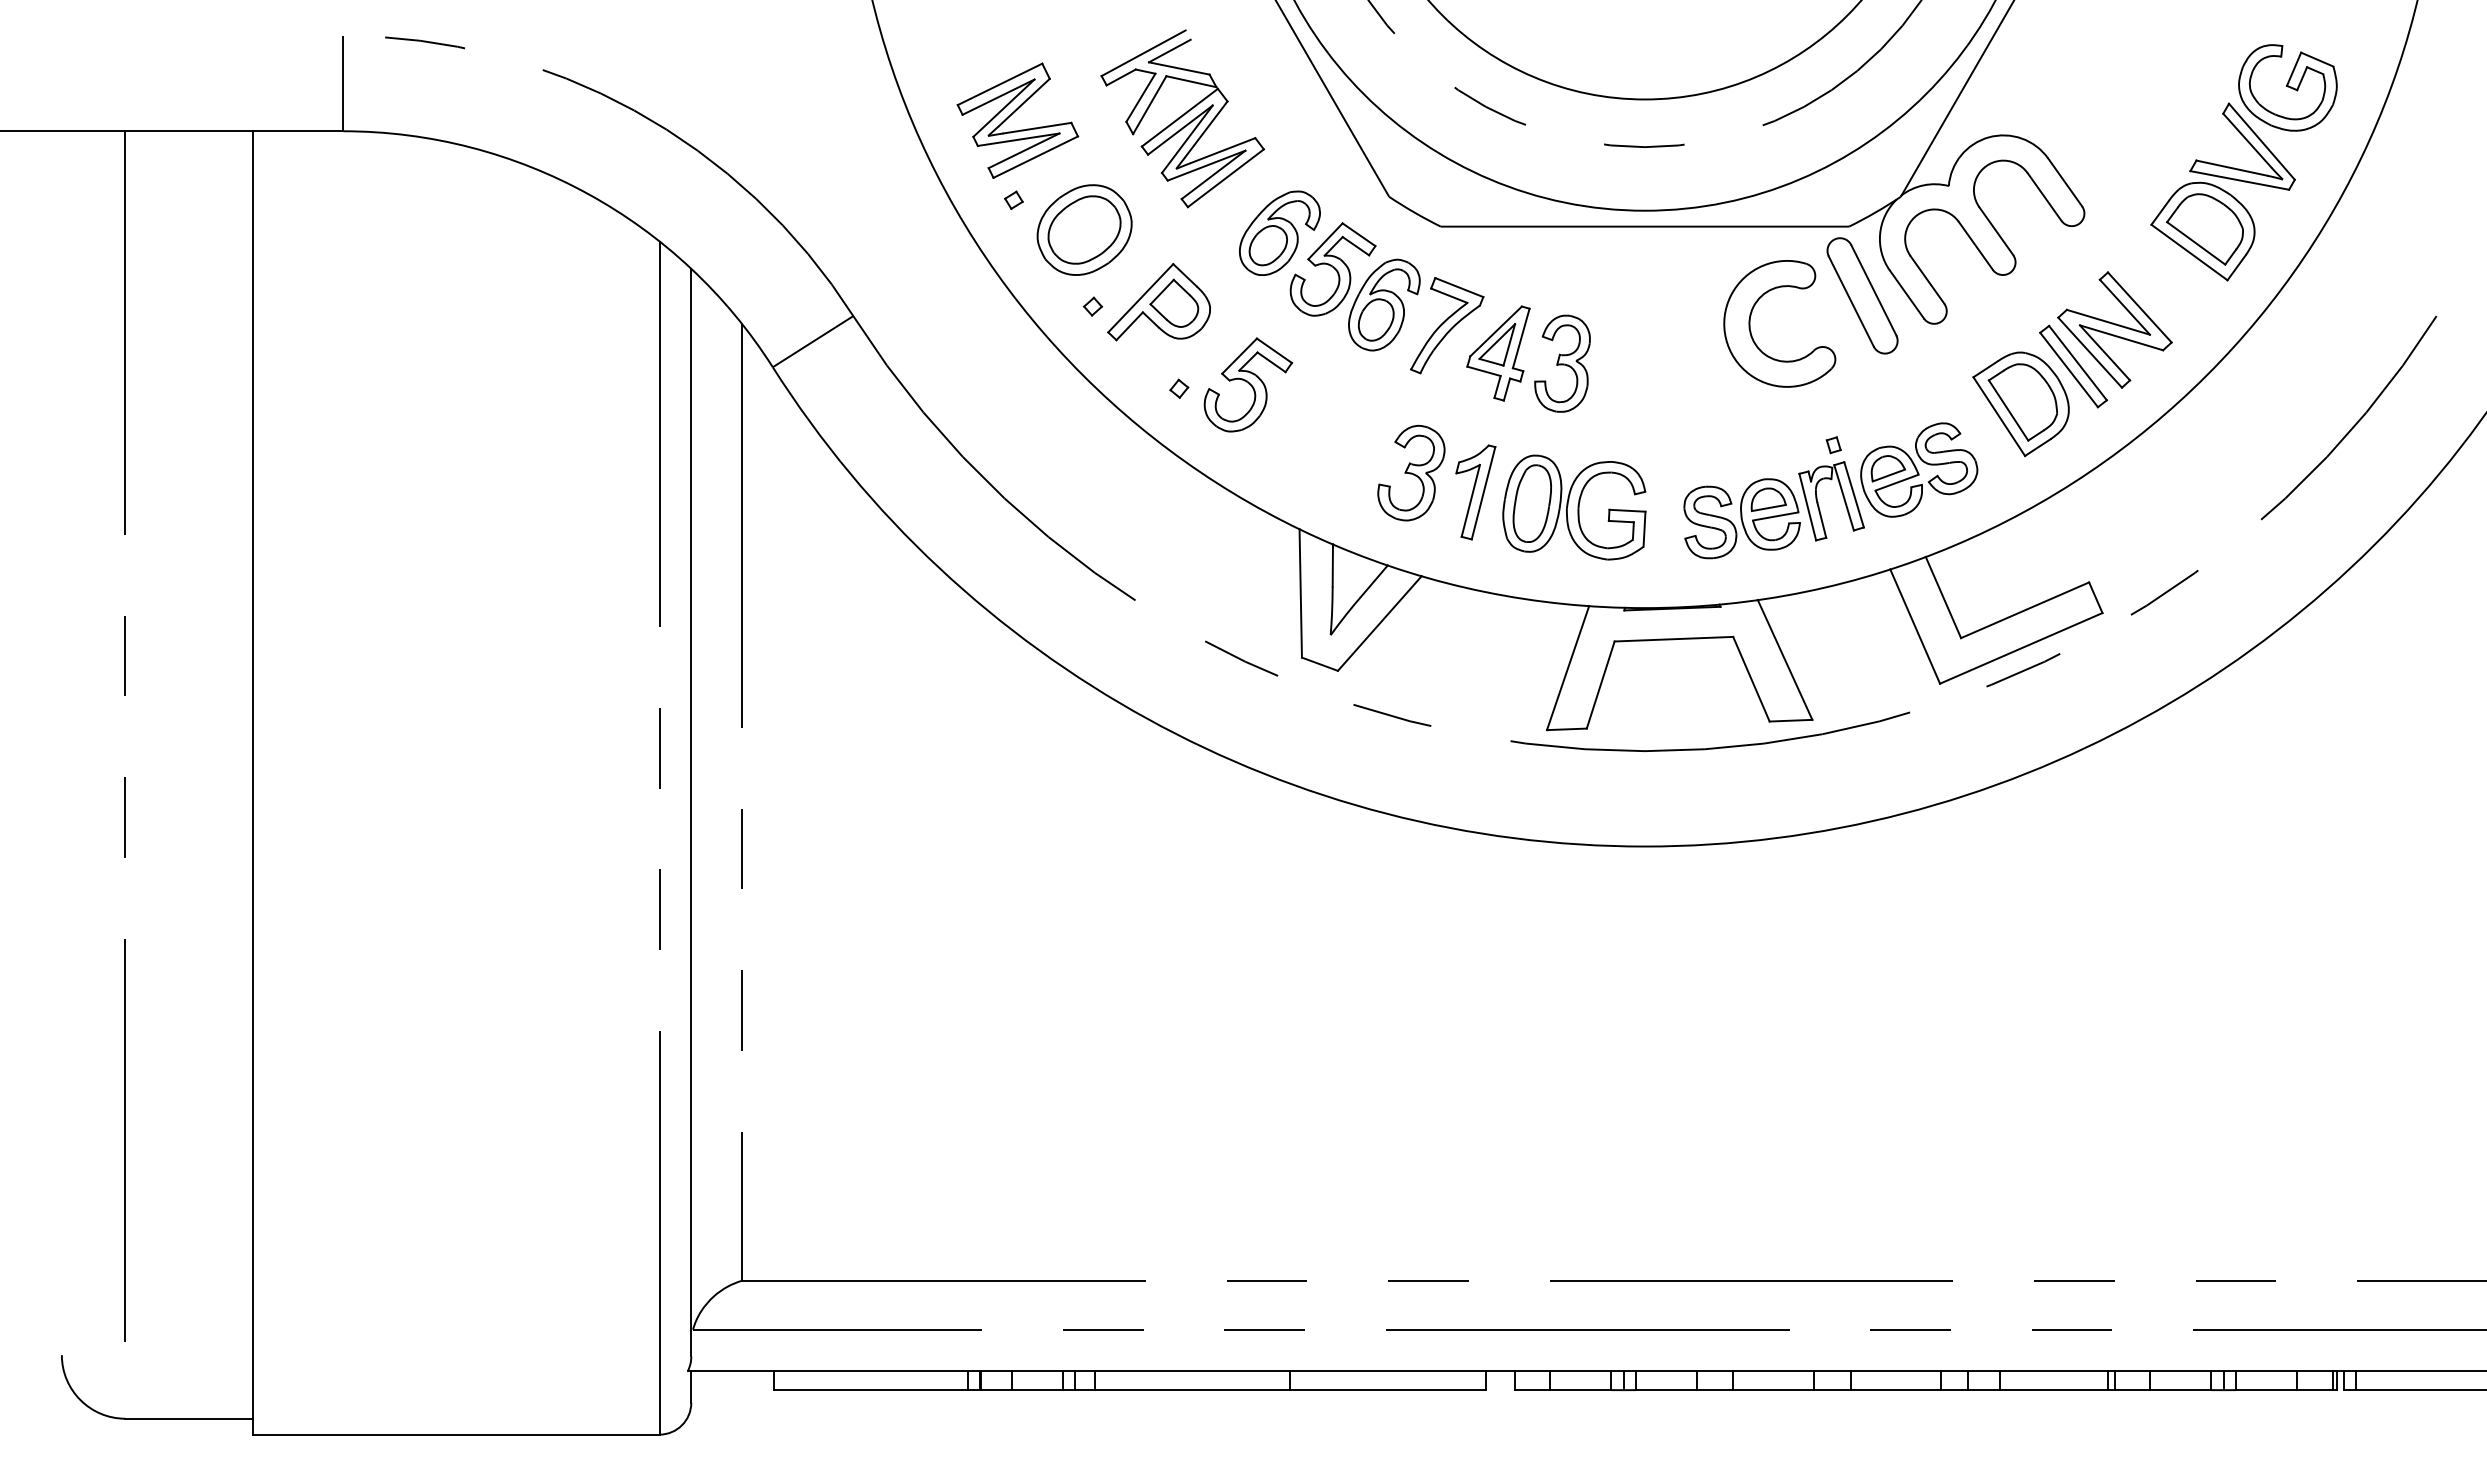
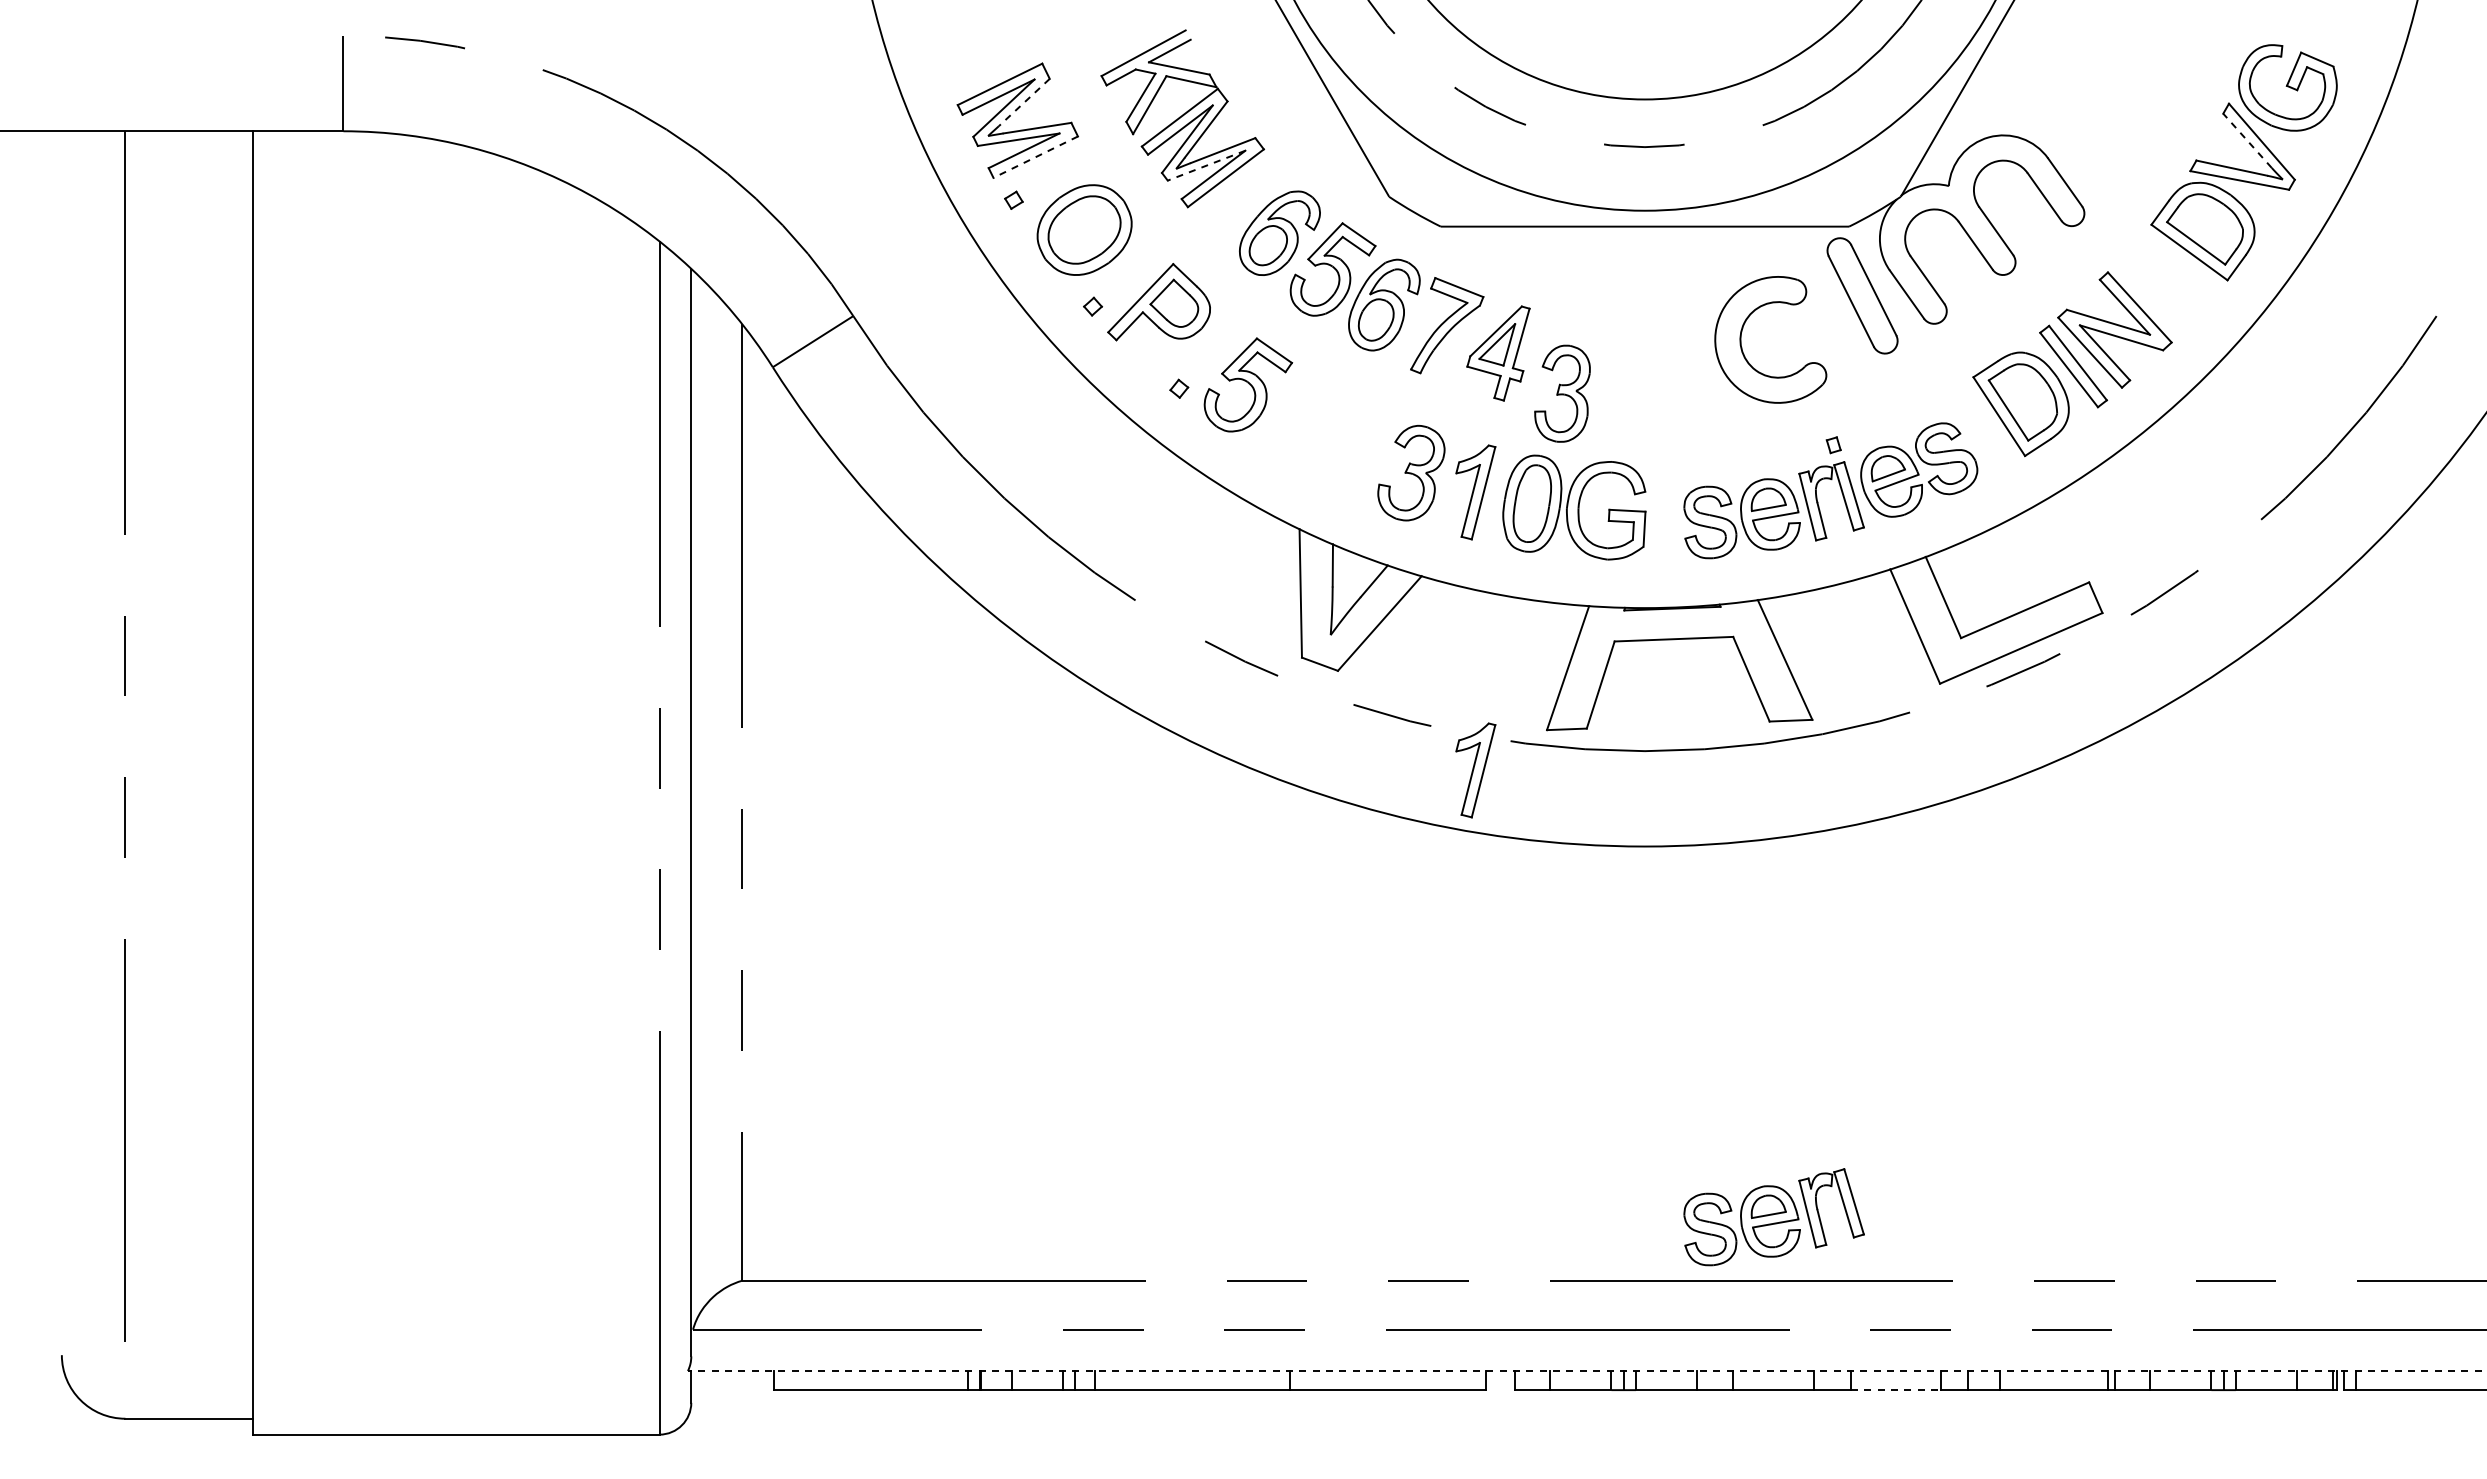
line at (1024, 102): solid -> dashed
line at (2247, 140): solid -> dashed
line at (1035, 157): solid -> dashed
line at (1206, 165): solid -> dashed
part at (1751, 316) position: (1751, 316) -> (1742, 332)
part at (1562, 363) position: (1562, 363) -> (1562, 393)
part at (1475, 770): none -> present
part at (1773, 1217): none -> present
line at (1586, 1371): solid -> dashed
line at (1895, 1390): solid -> dashed
